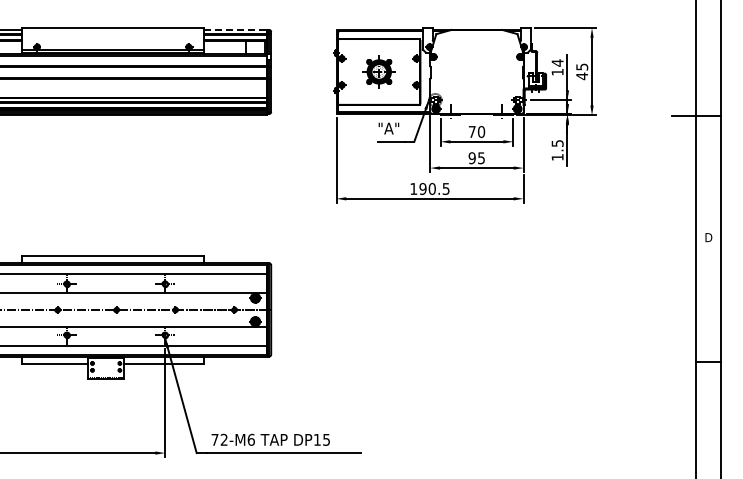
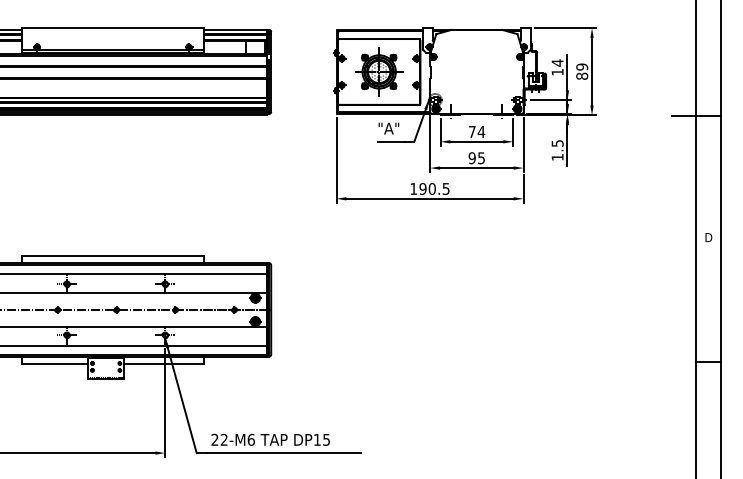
line at (235, 29): dashed -> solid
part at (378, 71) size: 34x34 px -> 49x50 px
text at (582, 71): 45 -> 89
text at (481, 131): 70 -> 74
text at (214, 439): 72-M6 -> 22-M6
